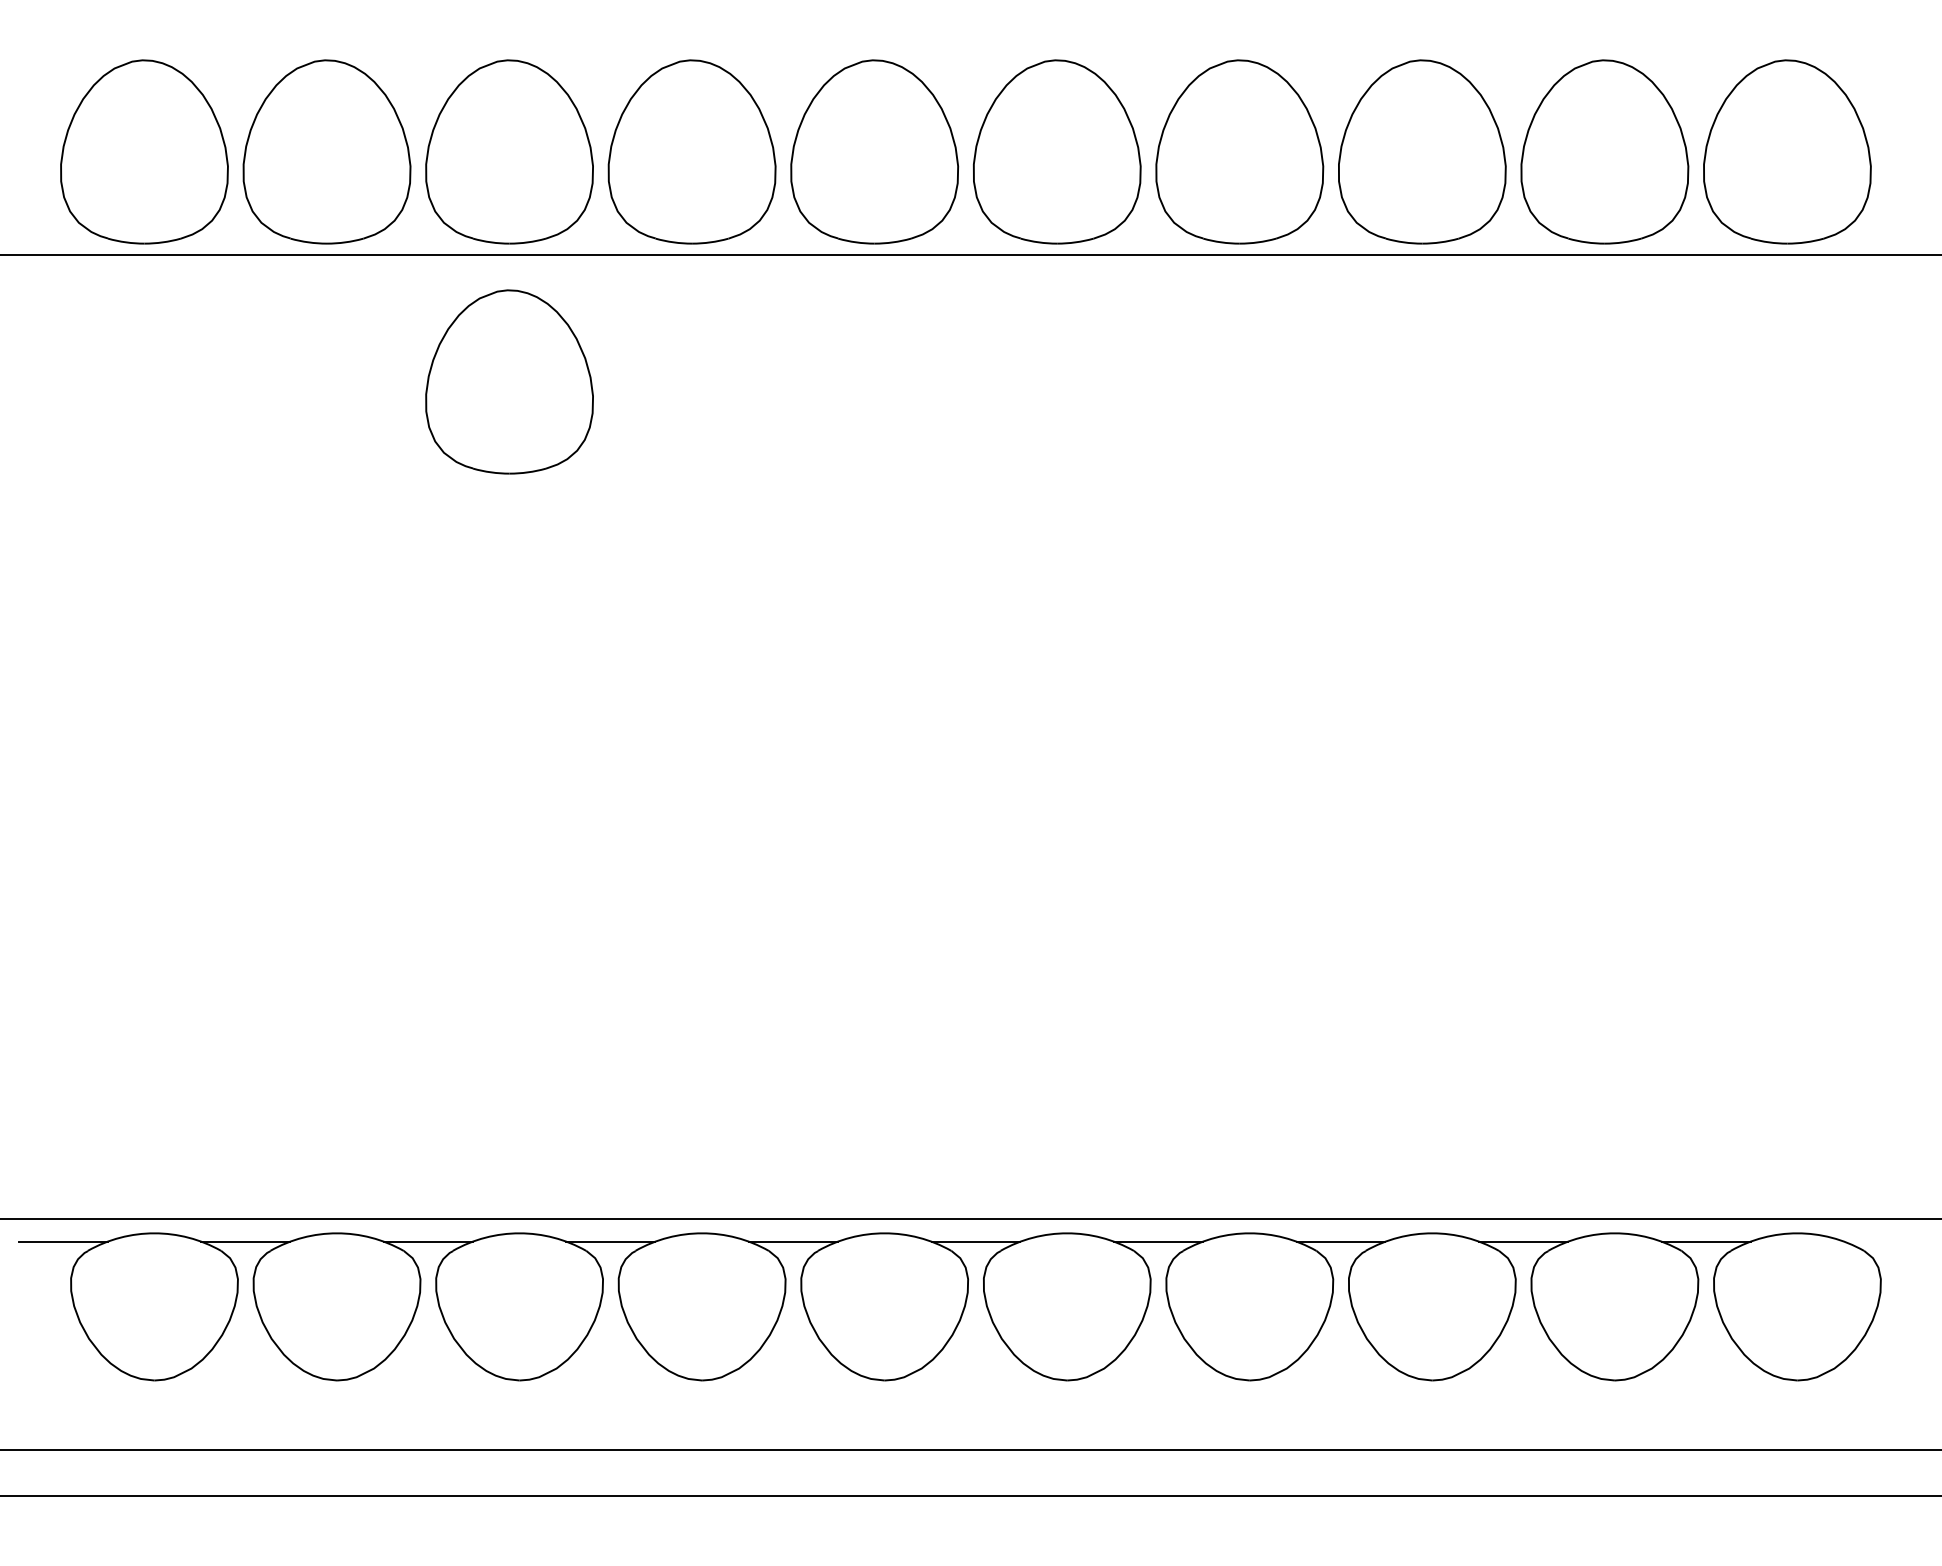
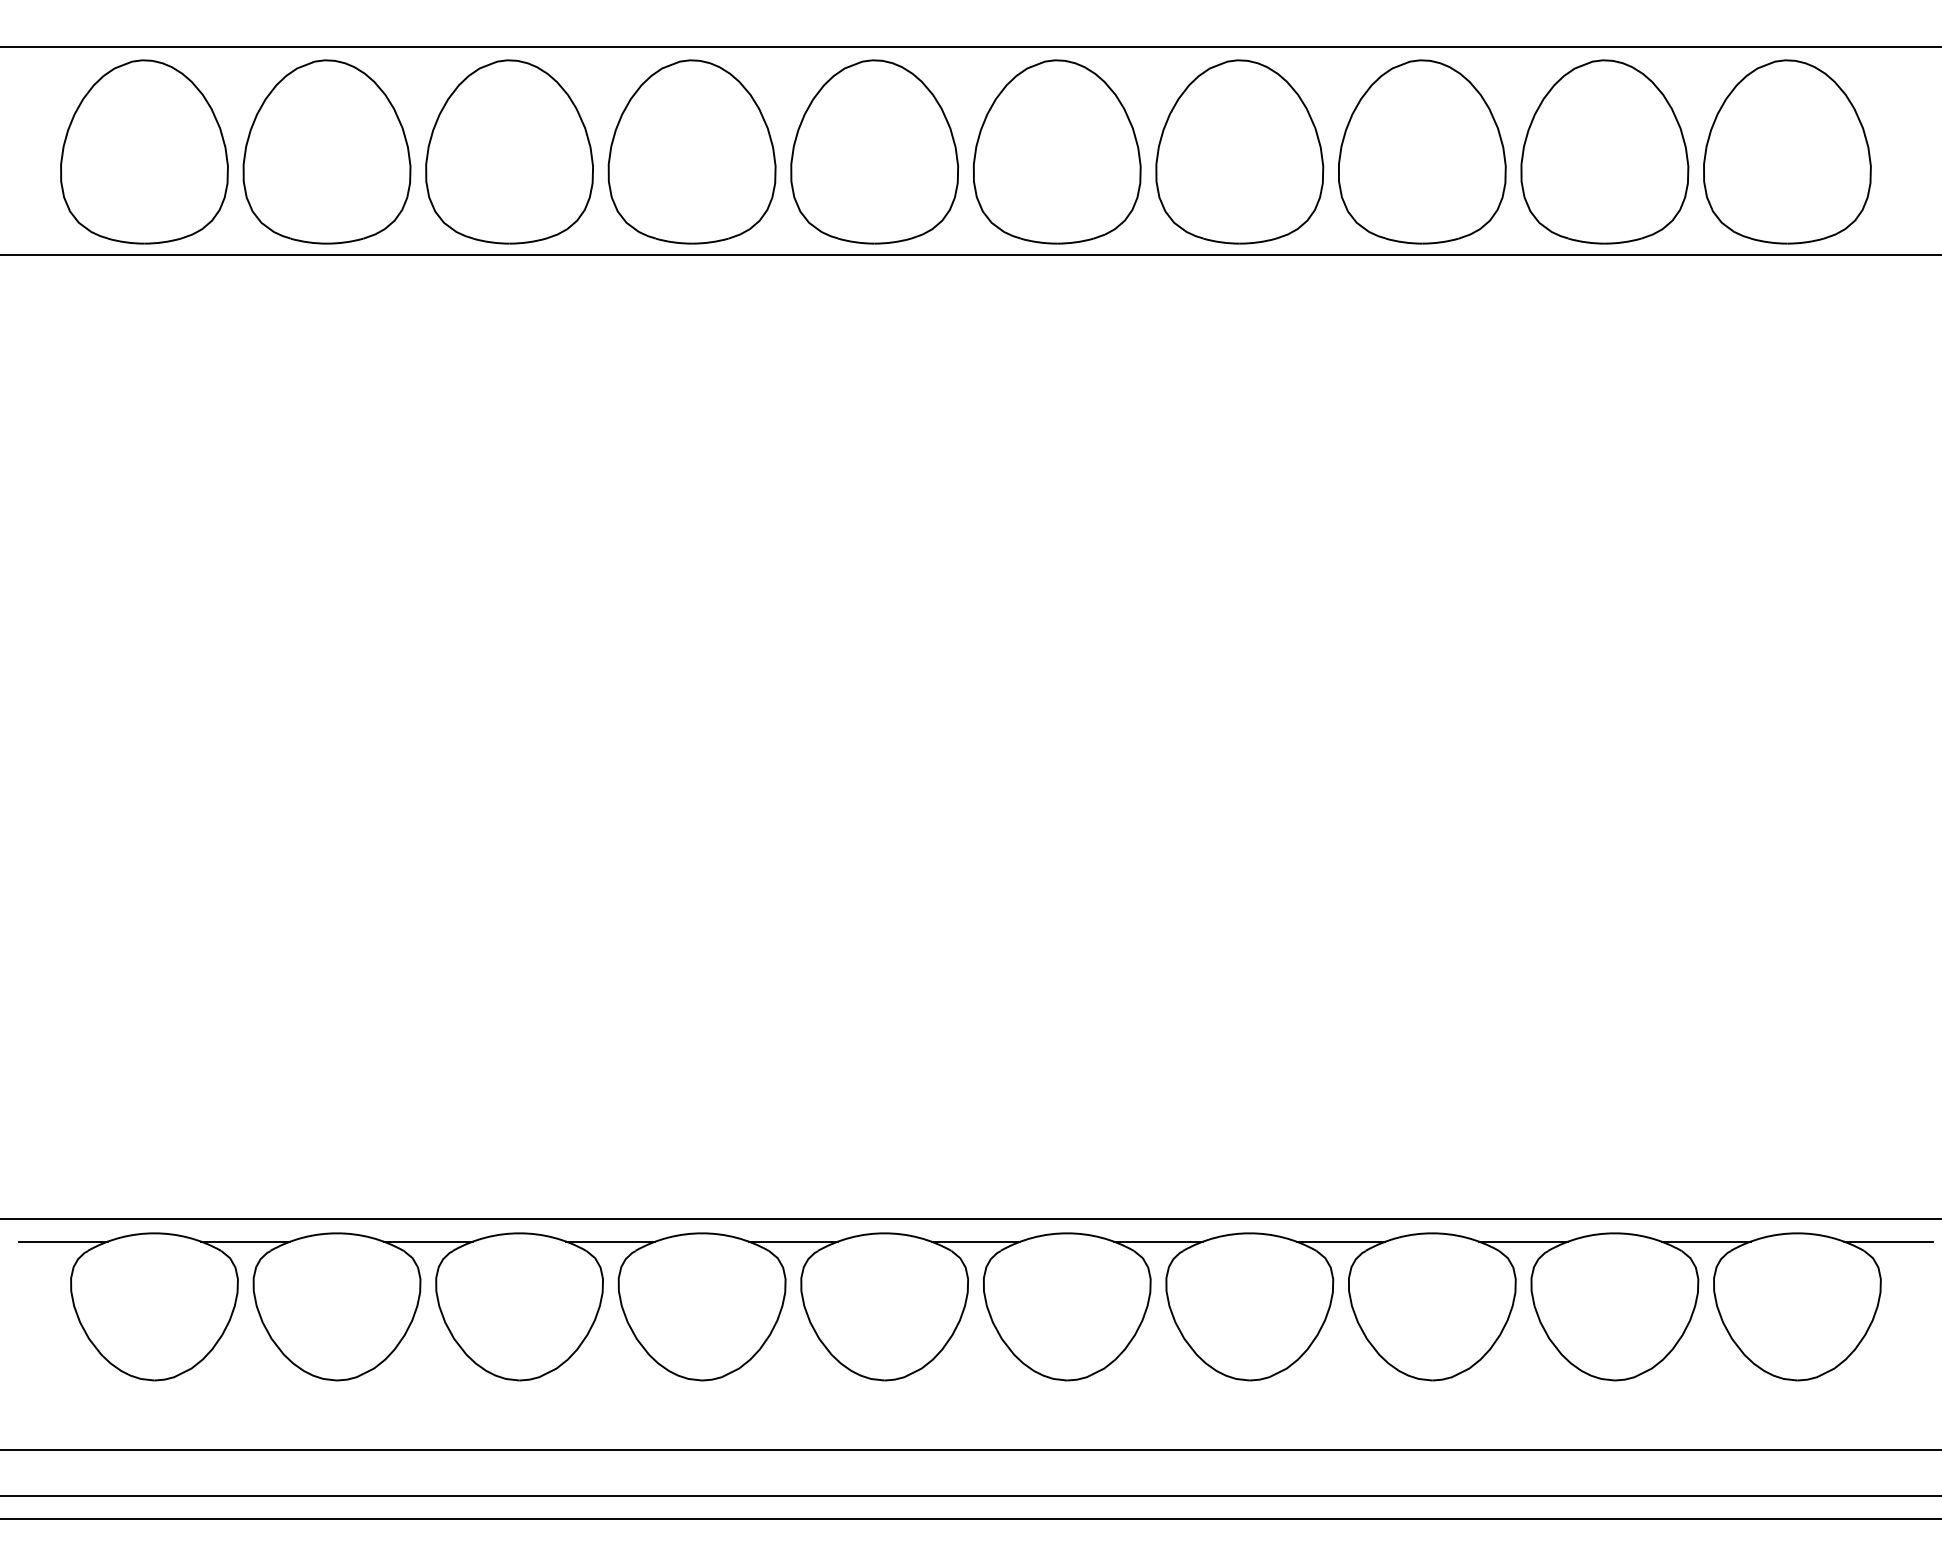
line at (970, 47): none -> present
part at (509, 381): present -> none
line at (1888, 1241): none -> present
line at (970, 1518): none -> present
